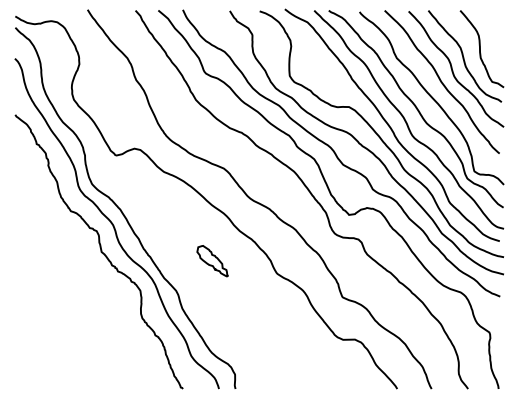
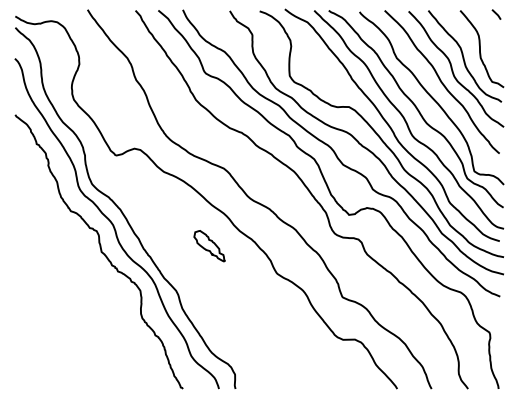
line at (496, 14): none -> present
part at (212, 261) position: (212, 261) -> (209, 246)
